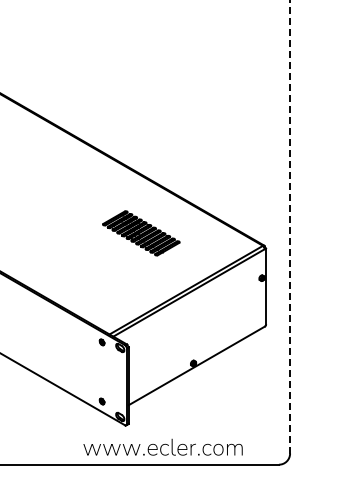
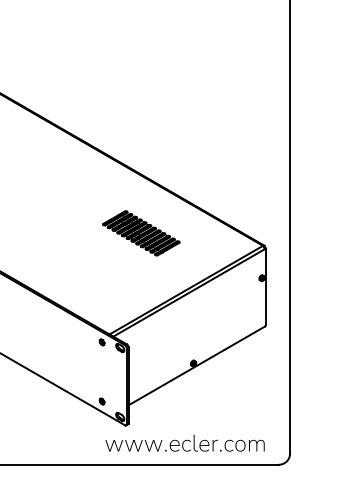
line at (290, 226): dashed -> solid
text at (162, 446) position: (162, 446) -> (184, 442)
